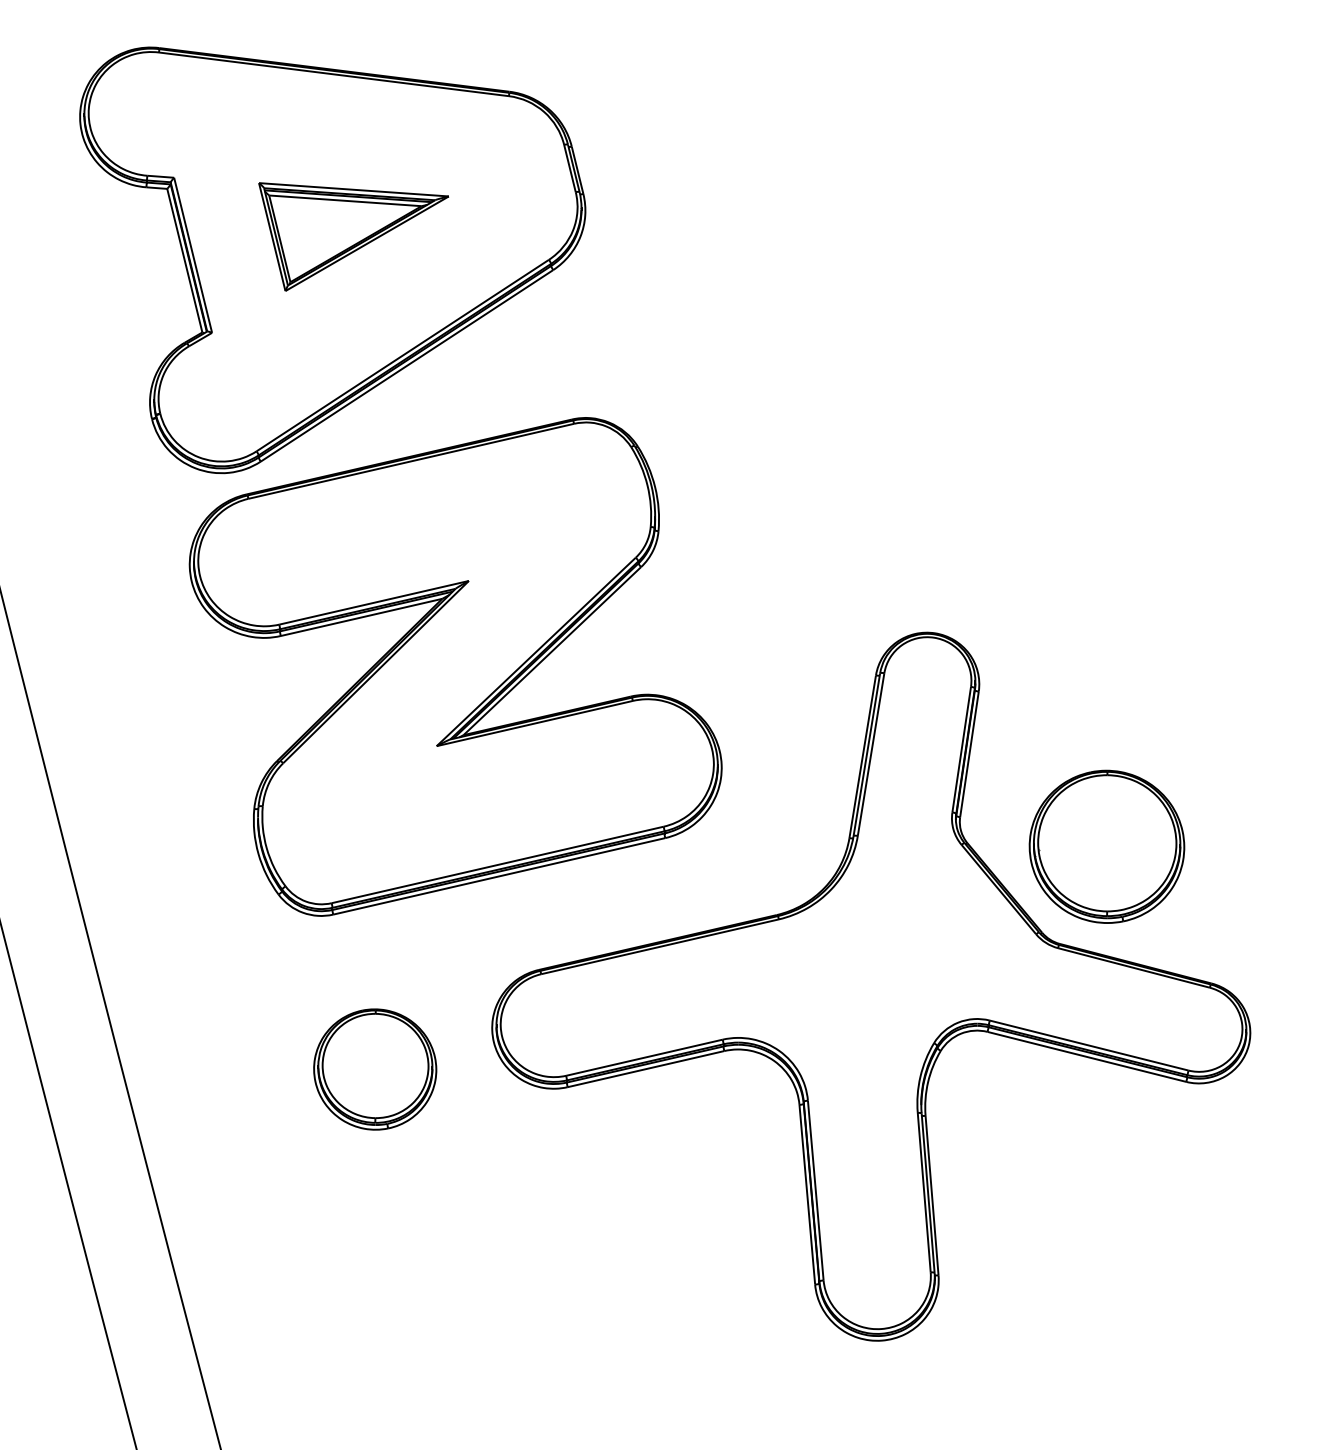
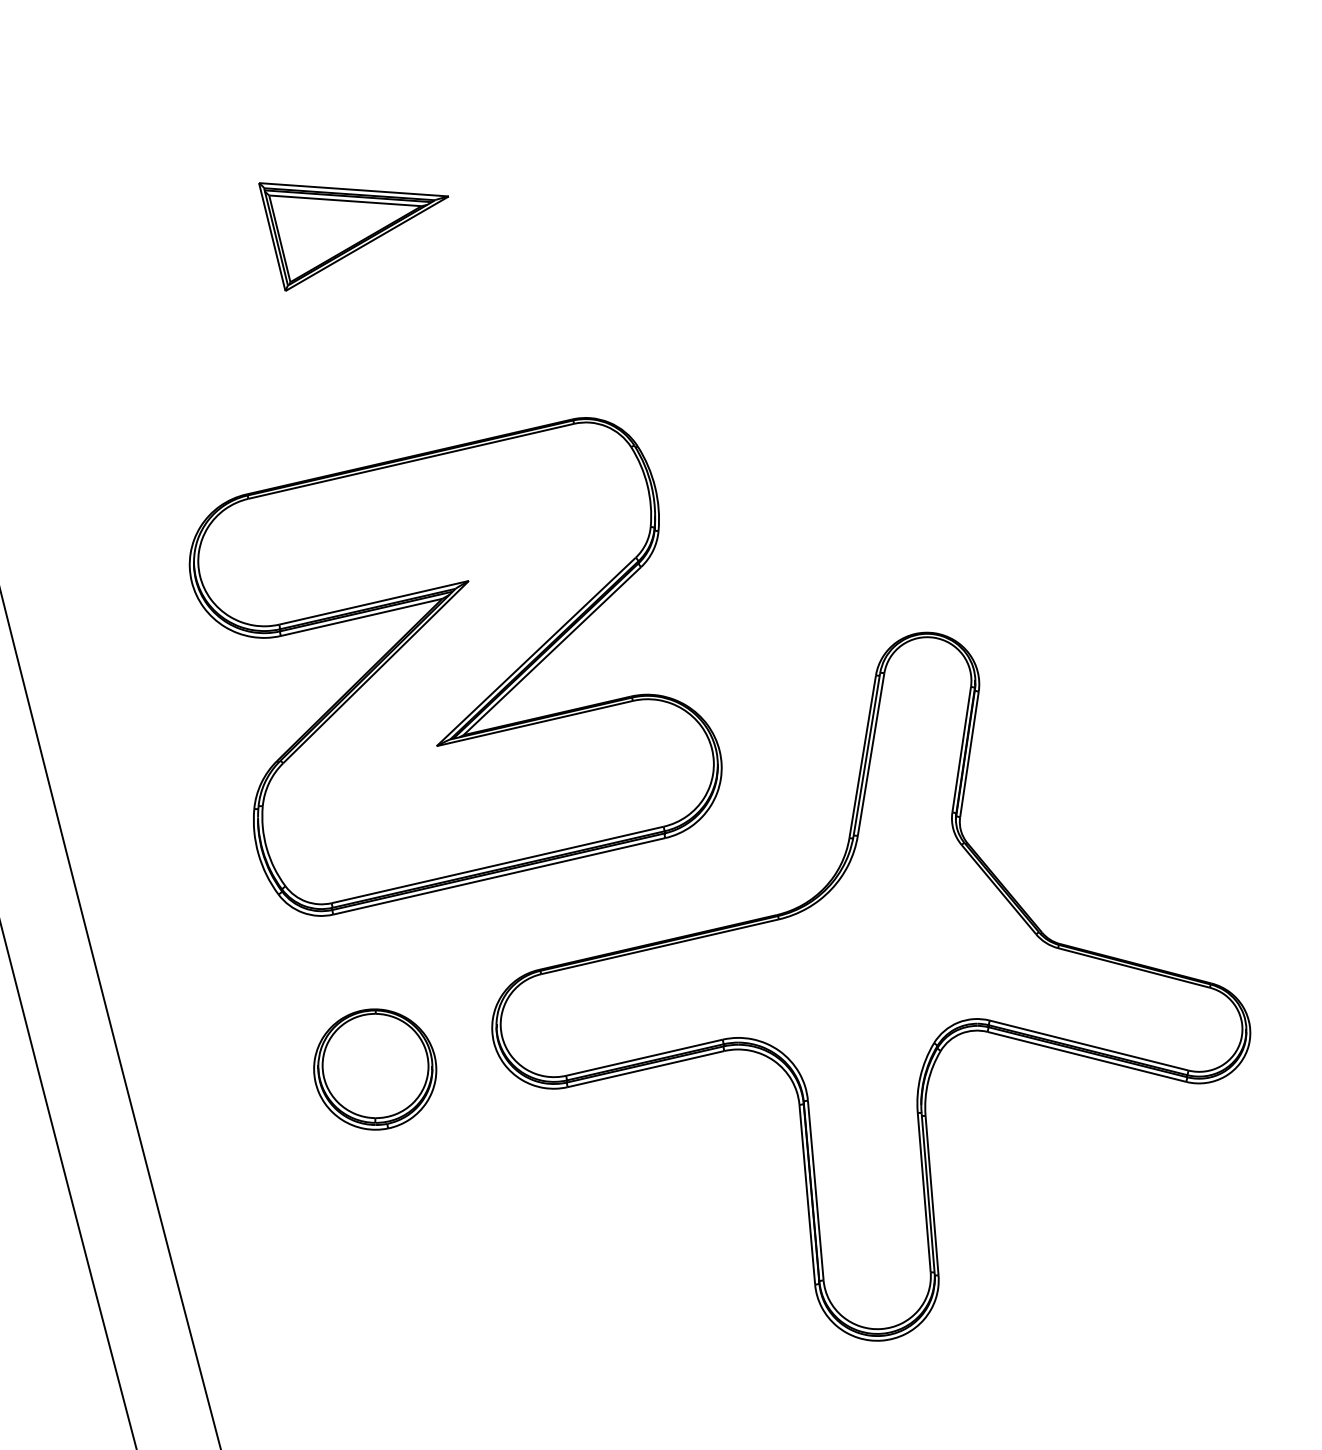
part at (332, 260): present -> none
part at (1106, 846): present -> none
